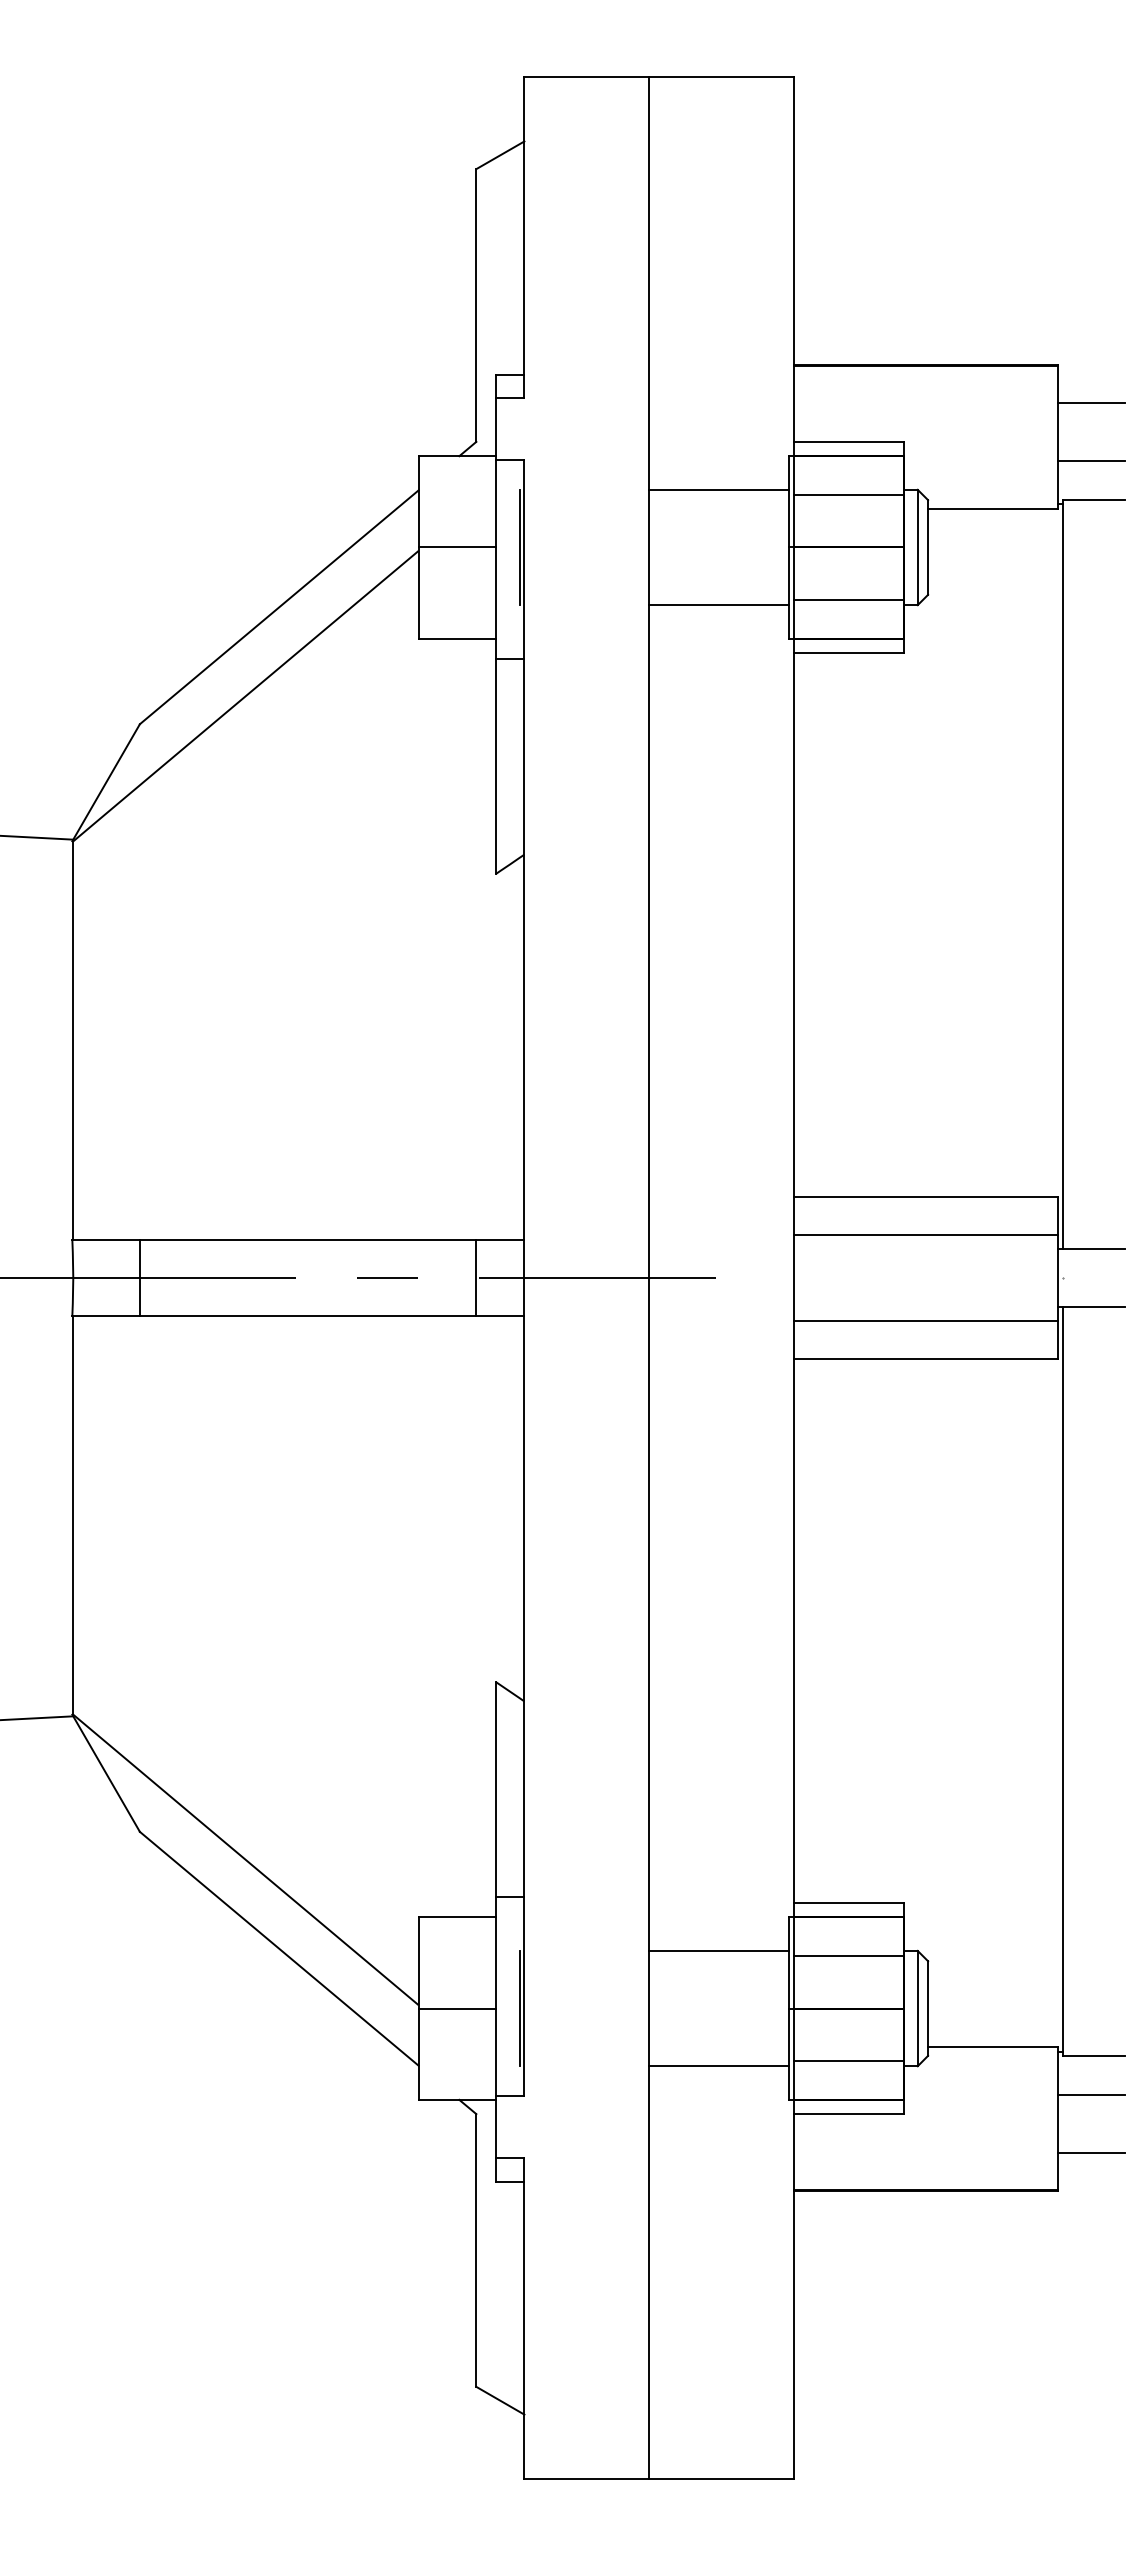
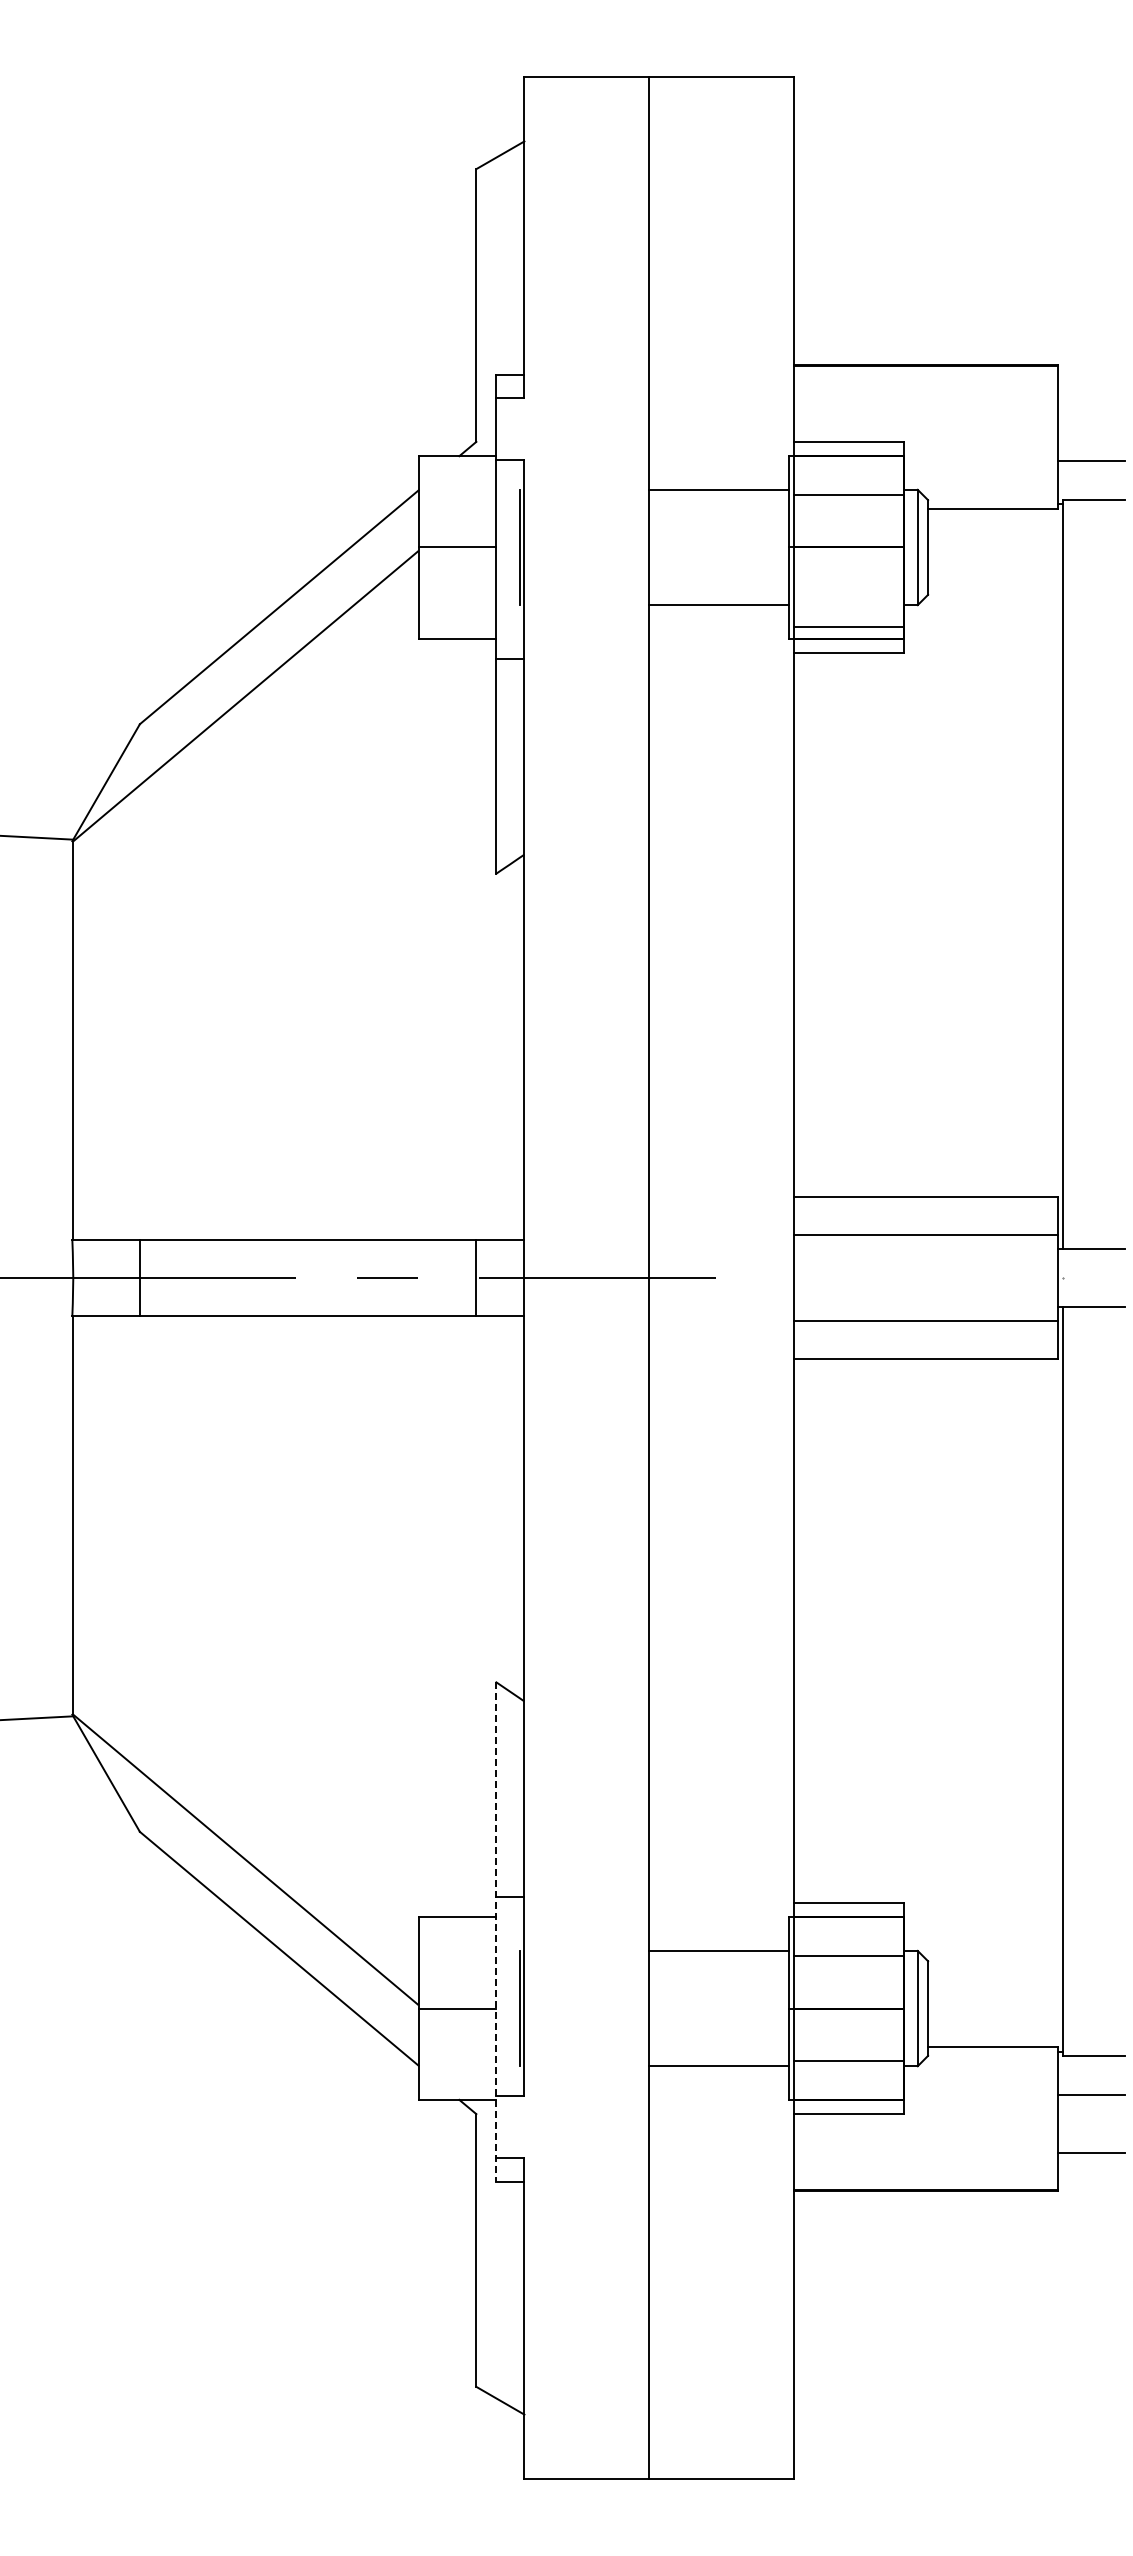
line at (1091, 403): present -> none
line at (848, 600) position: (848, 600) -> (848, 627)
line at (495, 1931): solid -> dashed
